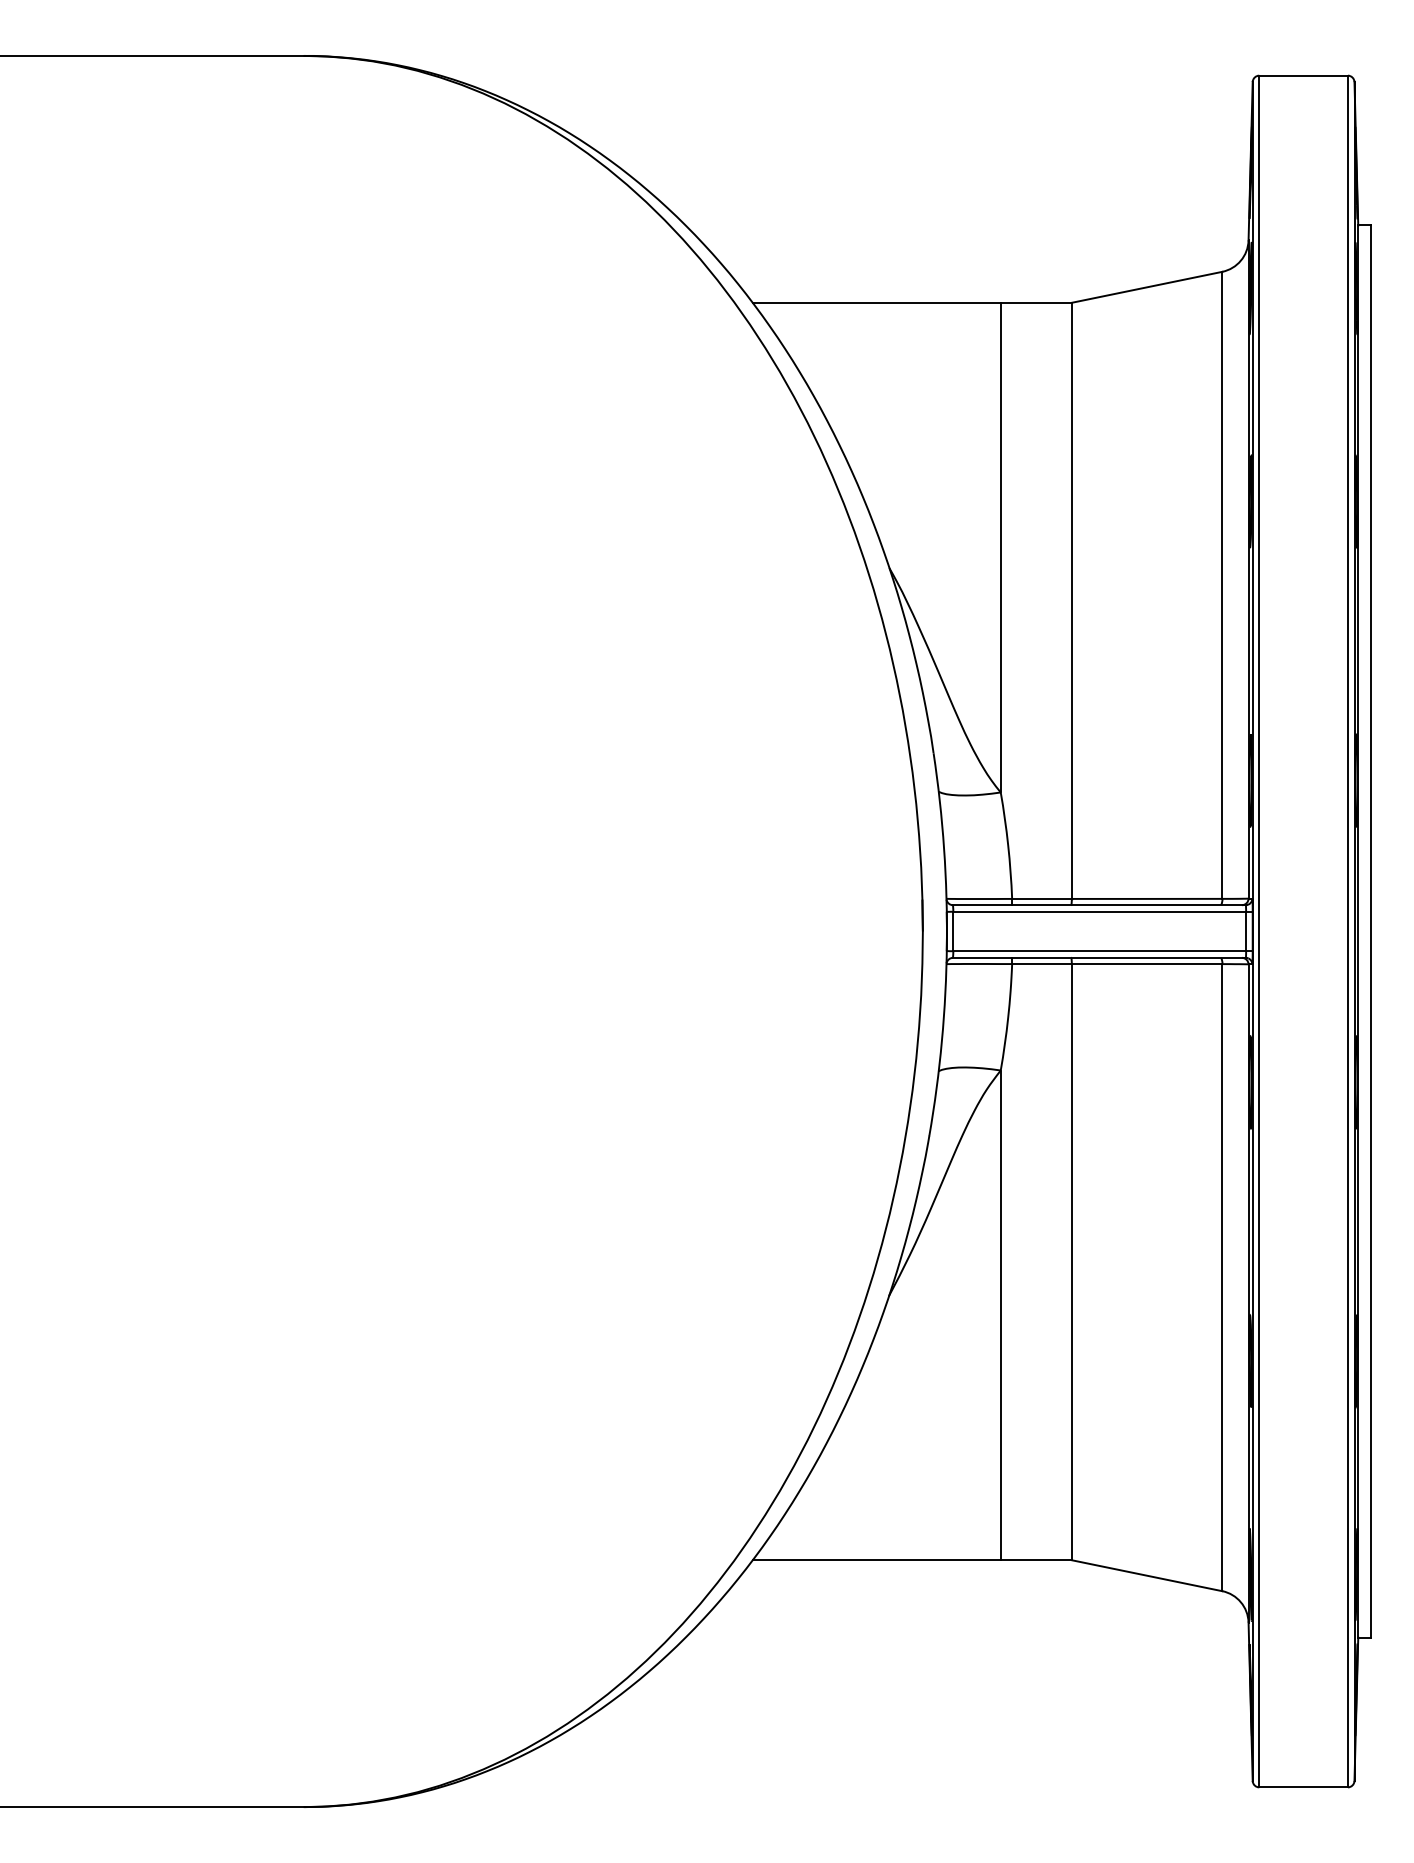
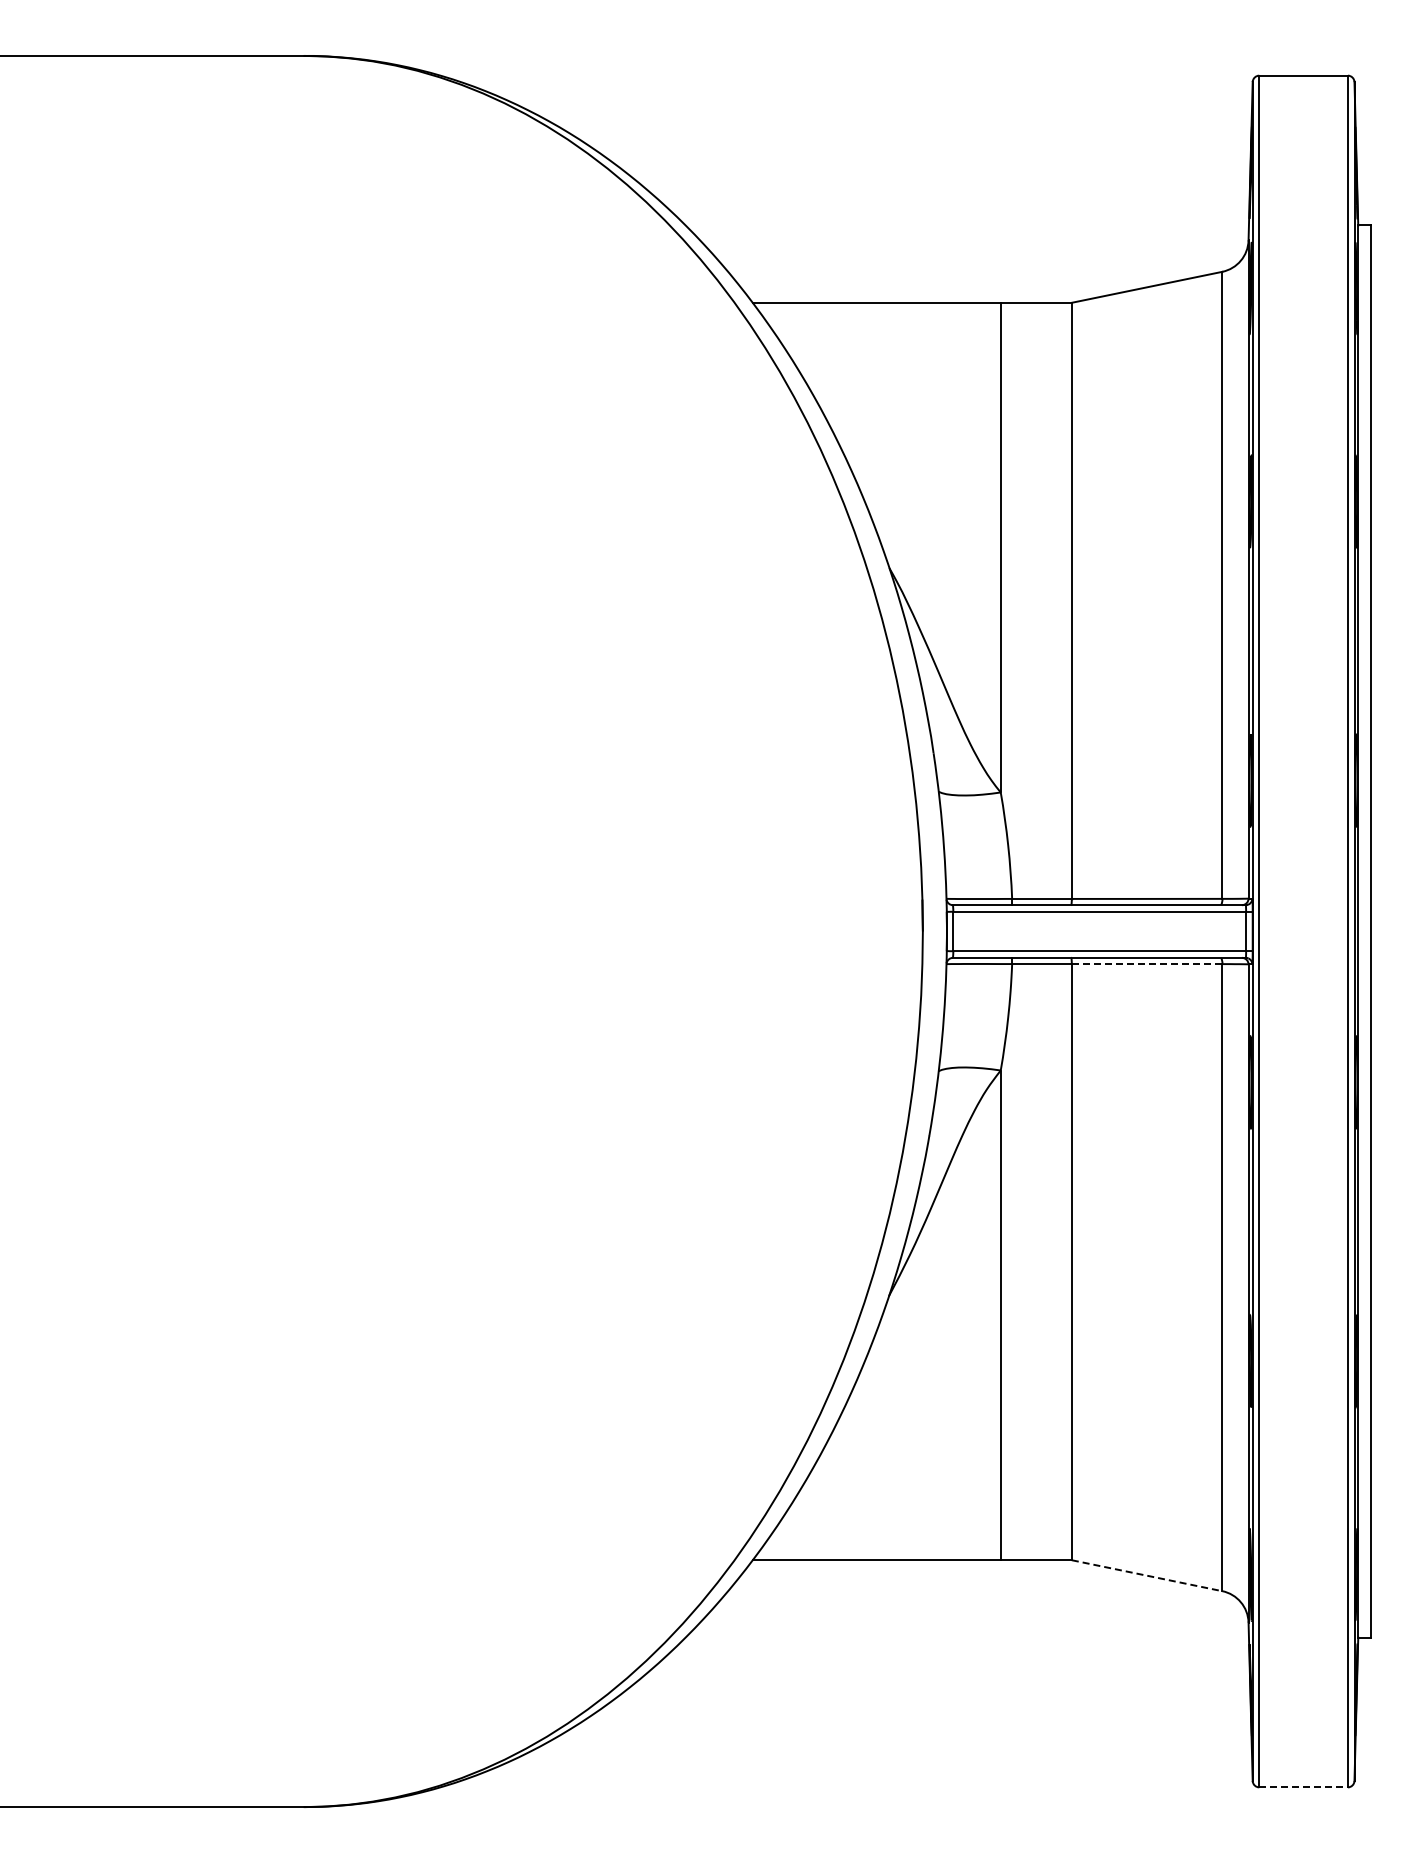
line at (1147, 964): solid -> dashed
line at (1147, 1575): solid -> dashed
line at (1304, 1787): solid -> dashed
